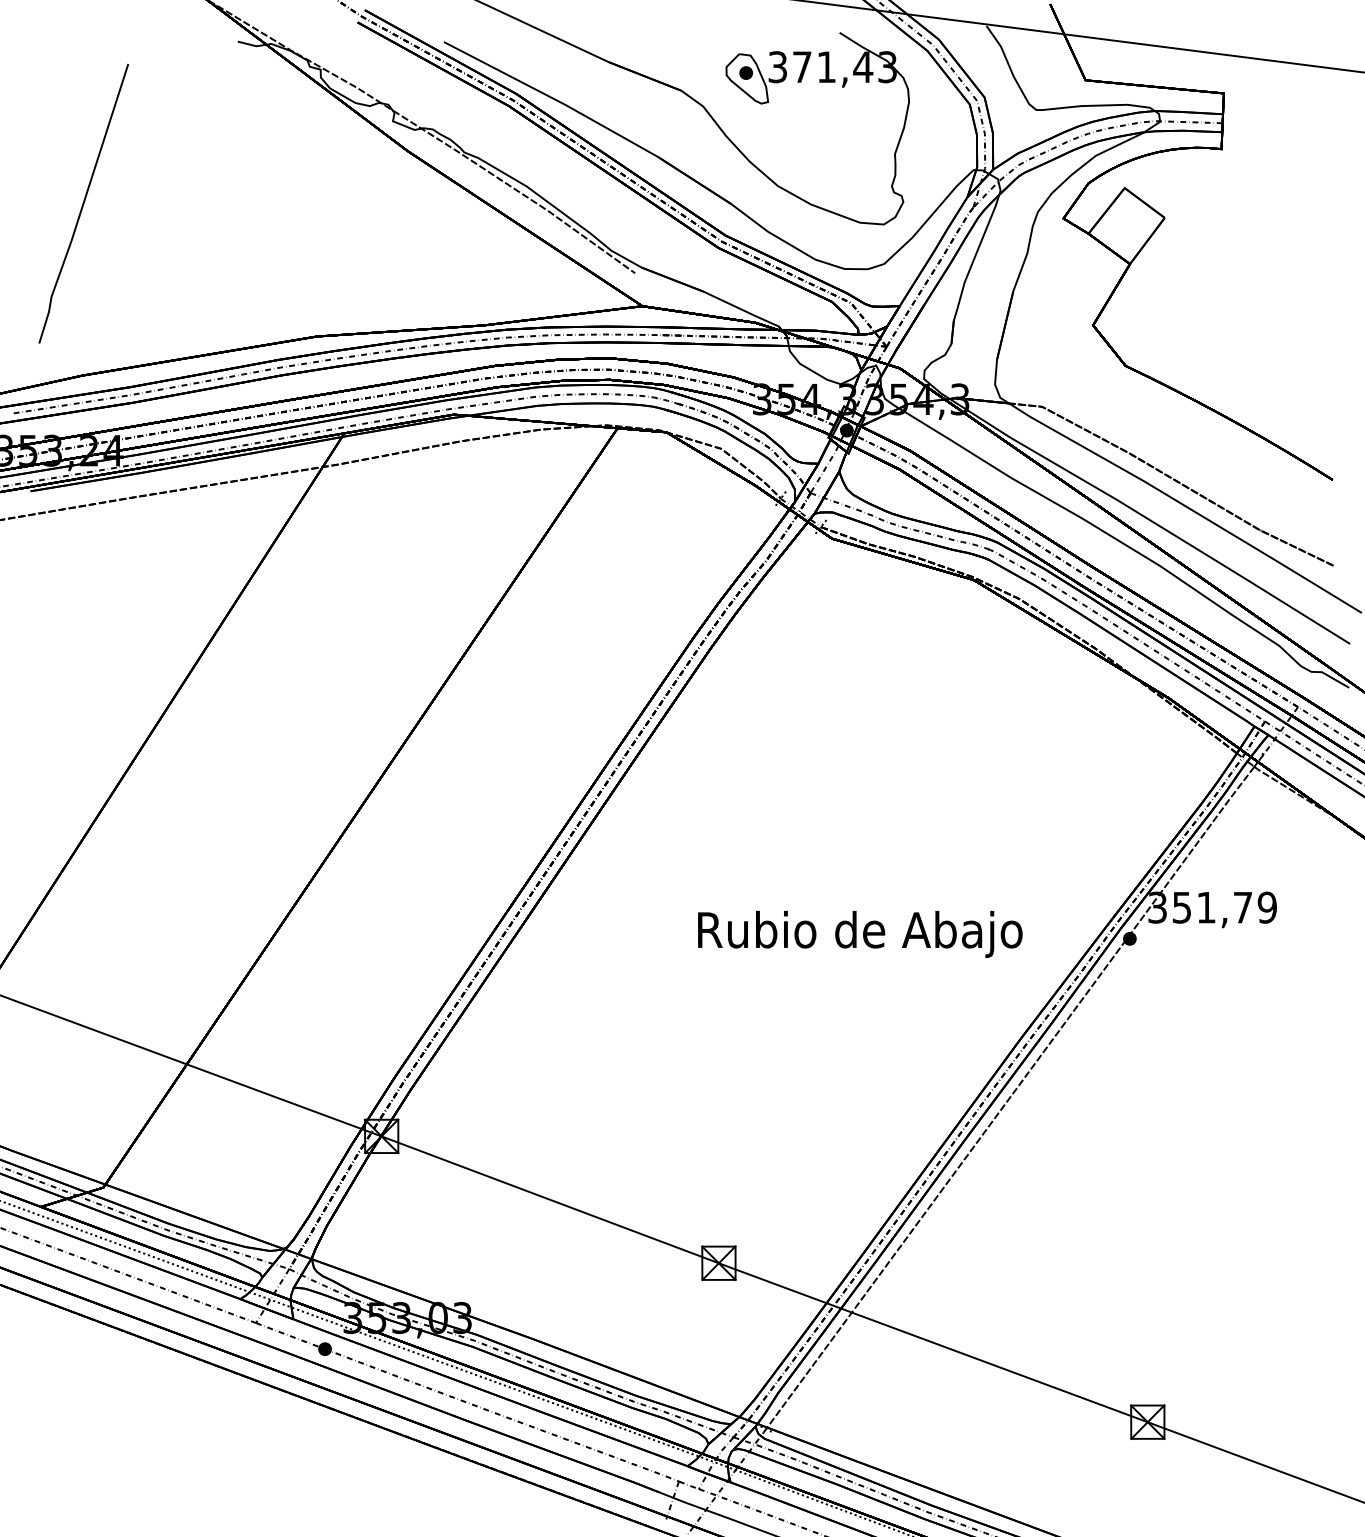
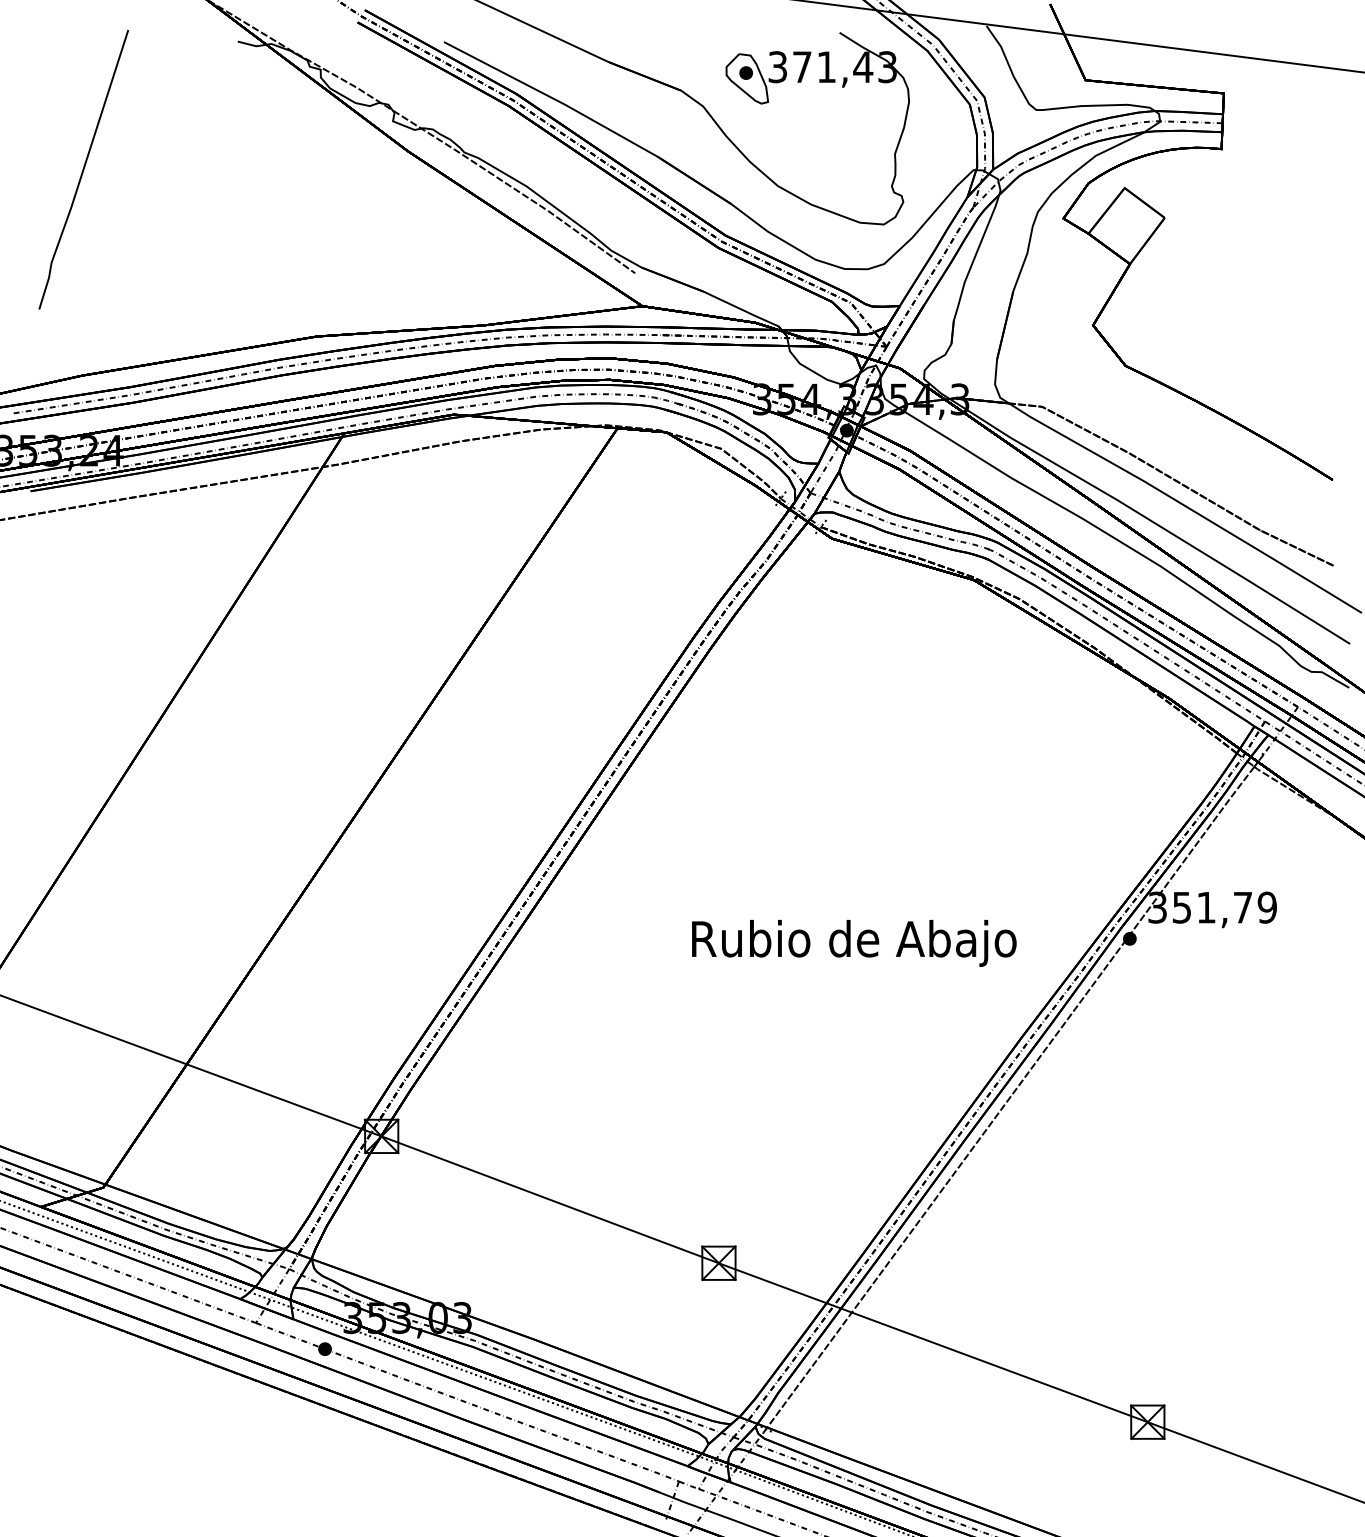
line at (83, 203) position: (83, 203) -> (83, 169)
text at (860, 934) position: (860, 934) -> (854, 943)
